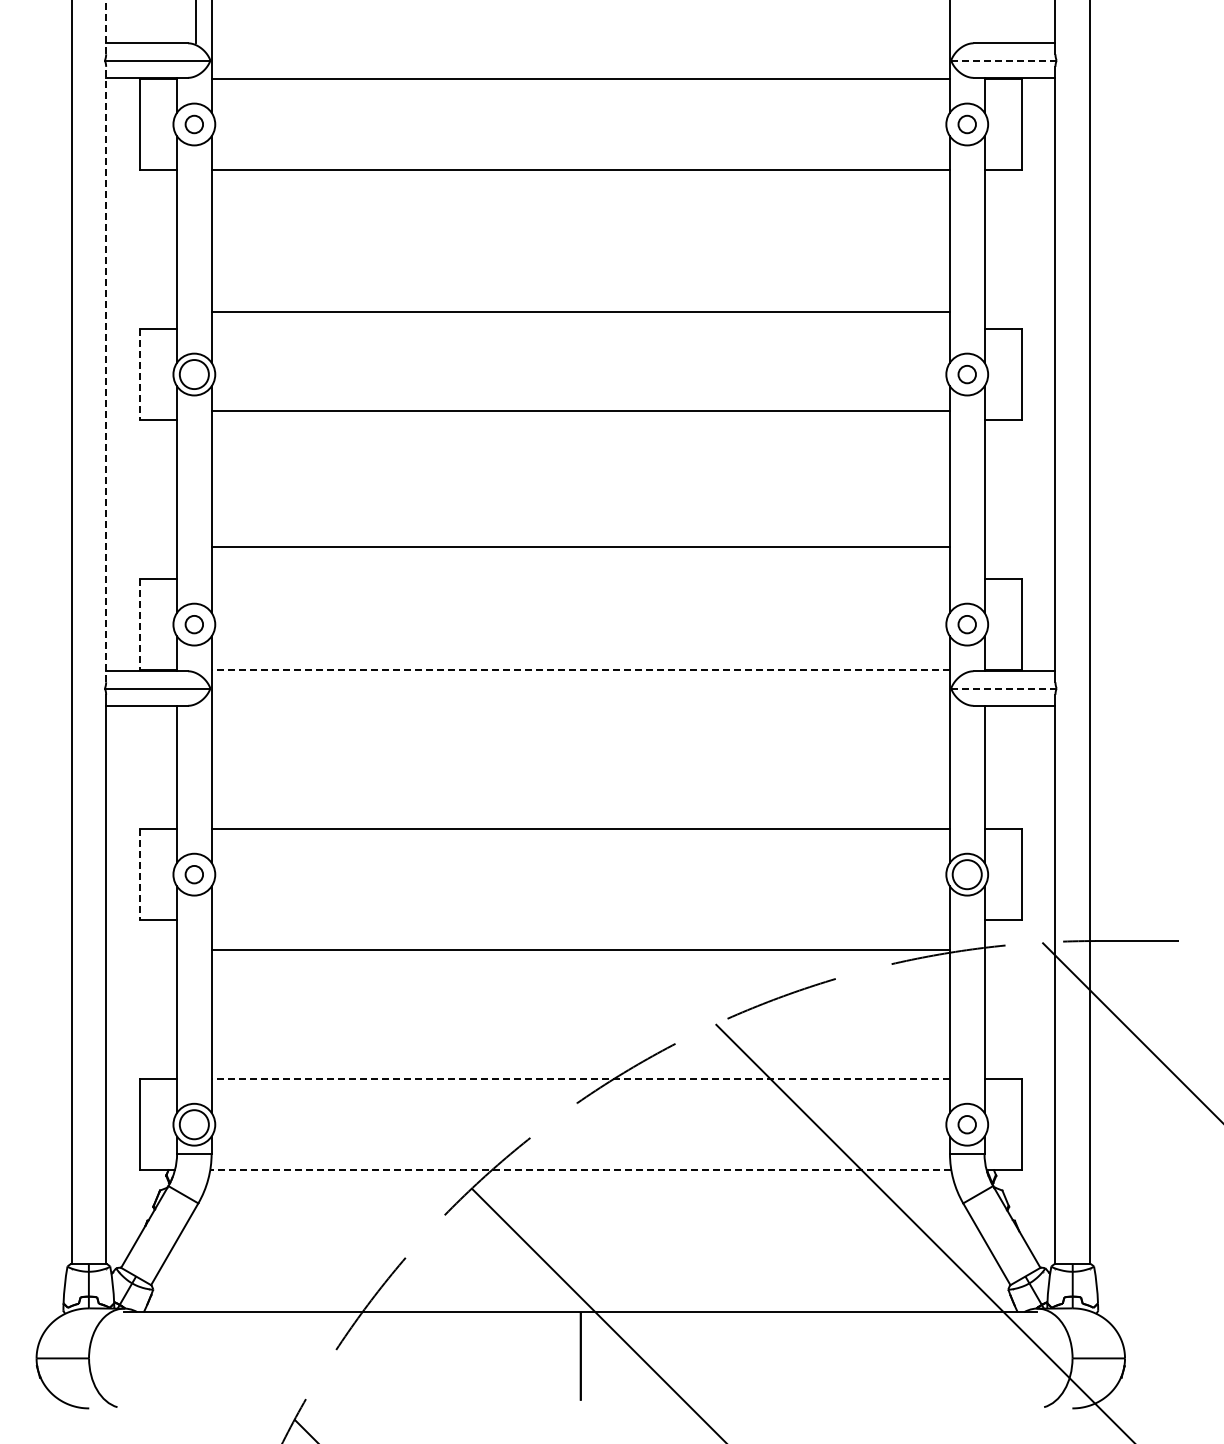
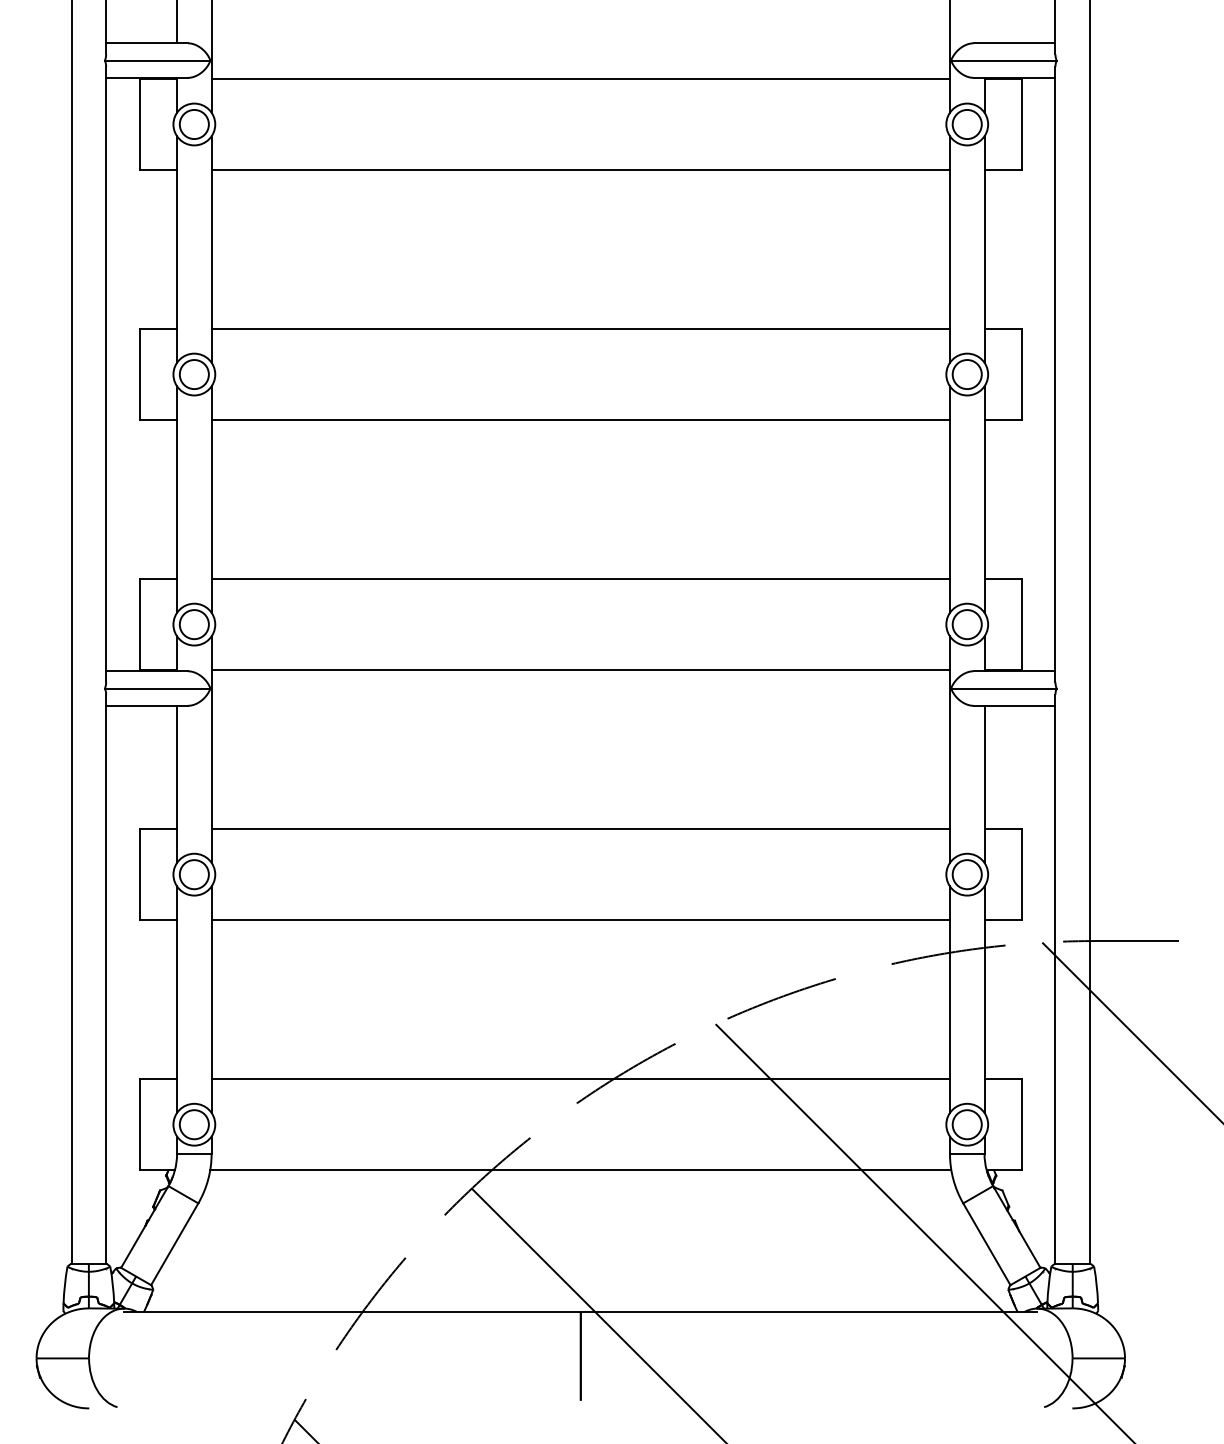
line at (196, 22) position: (196, 22) -> (177, 22)
line at (106, 27): dashed -> solid
line at (1003, 60): dashed -> solid
circle at (194, 124) diameter: 17 px -> 29 px
circle at (966, 124) diameter: 17 px -> 29 px
line at (580, 312) position: (580, 312) -> (580, 329)
line at (106, 374): dashed -> solid
circle at (966, 374) diameter: 17 px -> 29 px
line at (139, 375): dashed -> solid
line at (580, 411) position: (580, 411) -> (580, 420)
line at (580, 547) position: (580, 547) -> (580, 579)
circle at (194, 624) diameter: 17 px -> 29 px
circle at (966, 624) diameter: 17 px -> 29 px
line at (139, 625): dashed -> solid
line at (580, 670): dashed -> solid
line at (1003, 688): dashed -> solid
circle at (194, 874) diameter: 17 px -> 29 px
line at (139, 875): dashed -> solid
line at (580, 950) position: (580, 950) -> (580, 920)
line at (580, 1079): dashed -> solid
circle at (966, 1124) diameter: 17 px -> 29 px
line at (580, 1170): dashed -> solid
